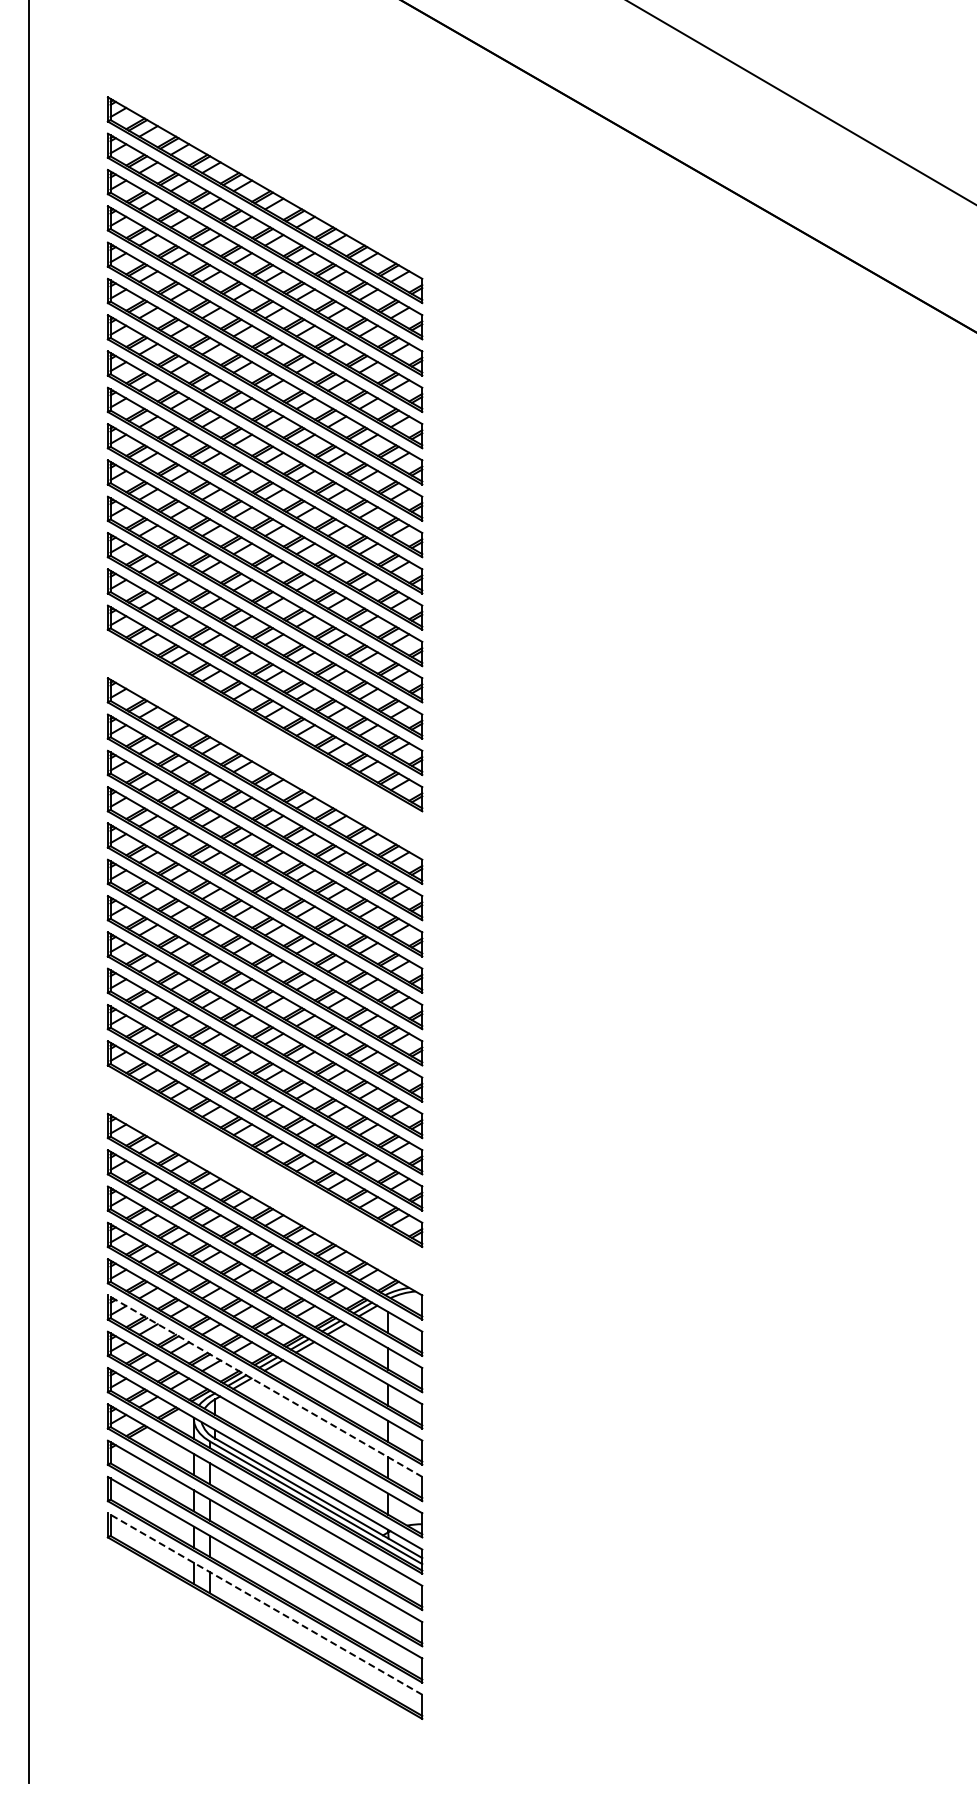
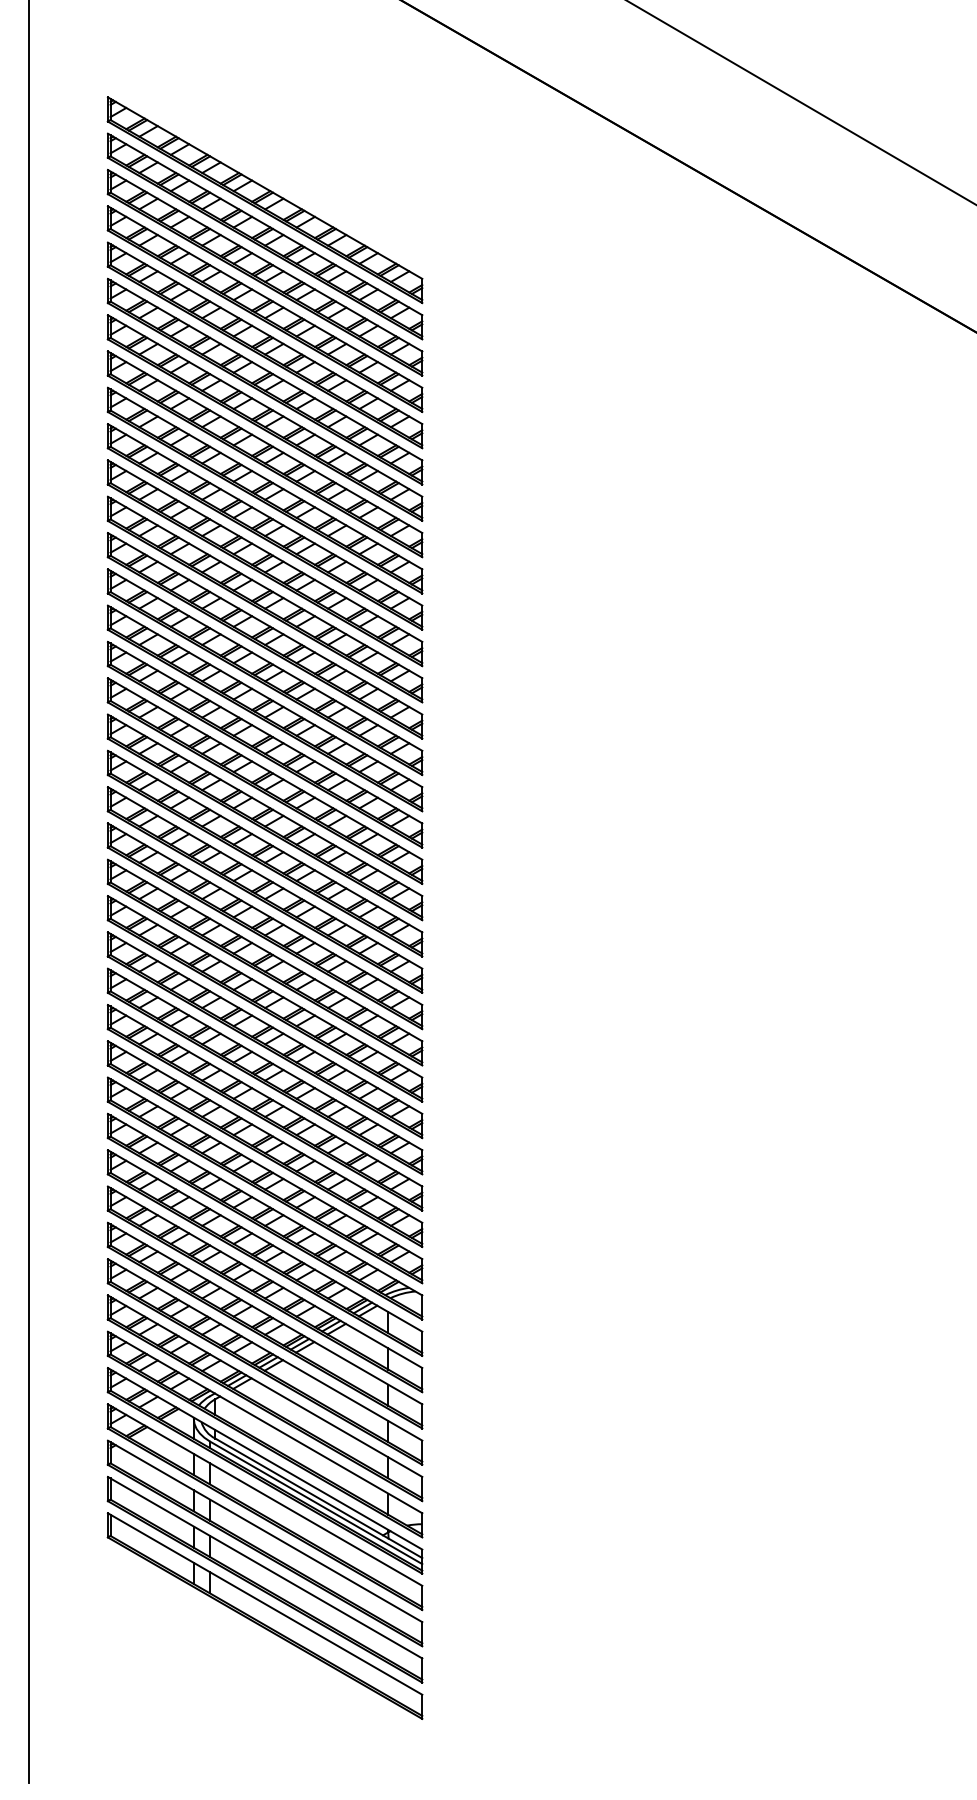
part at (264, 744): none -> present
part at (264, 1180): none -> present
line at (265, 1386): dashed -> solid
line at (265, 1604): dashed -> solid
